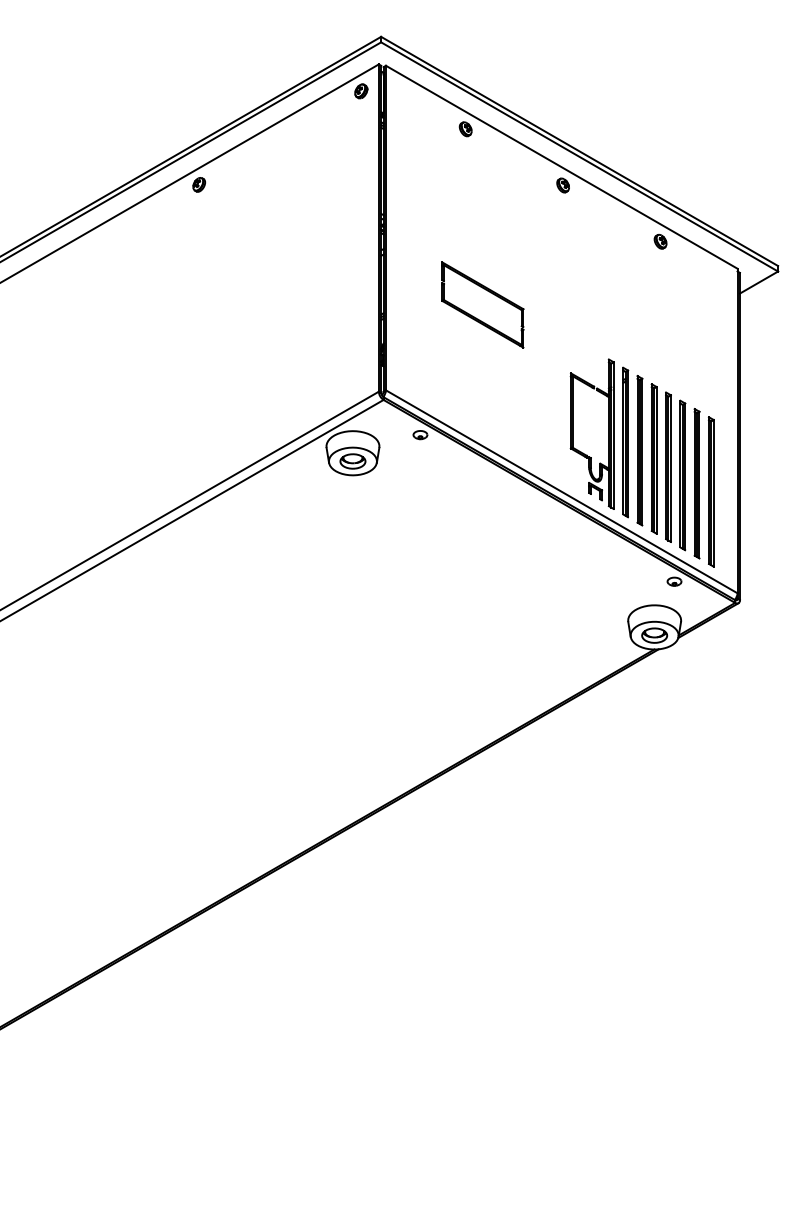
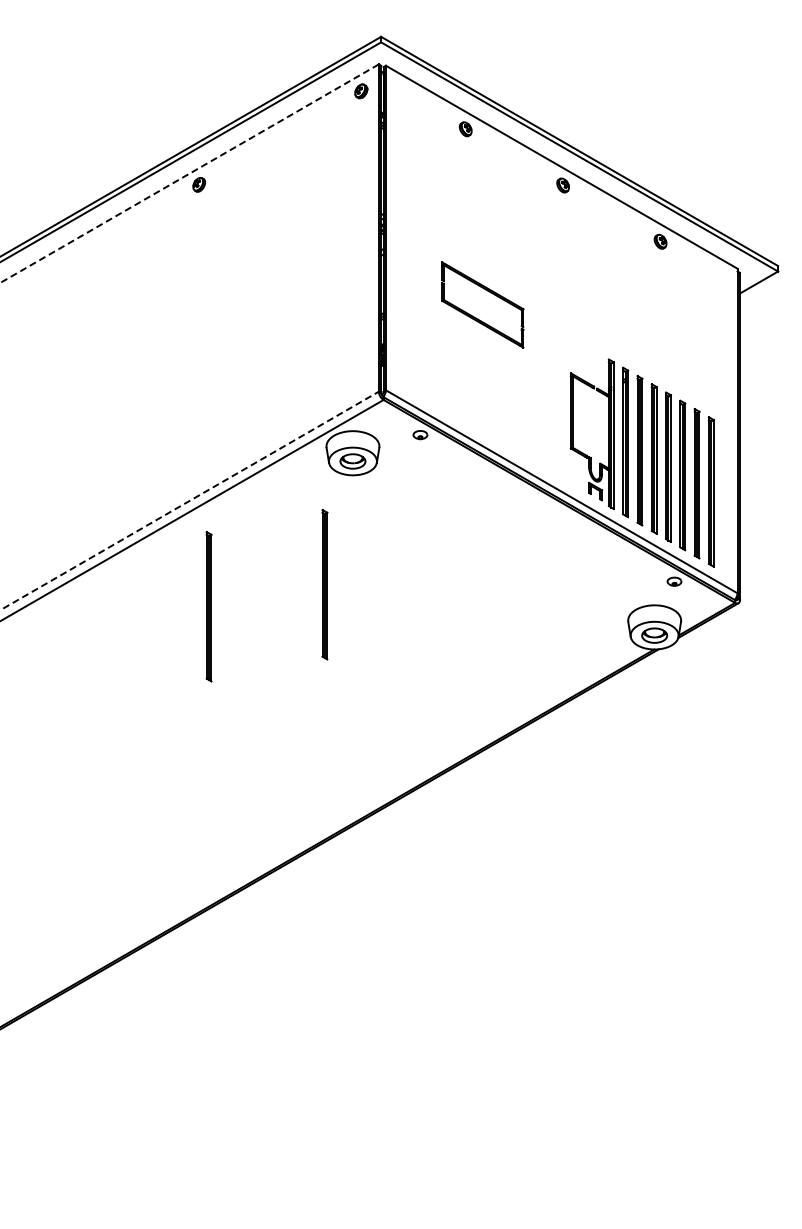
line at (189, 173): solid -> dashed
line at (190, 500): solid -> dashed
part at (324, 584): none -> present
part at (208, 606): none -> present
